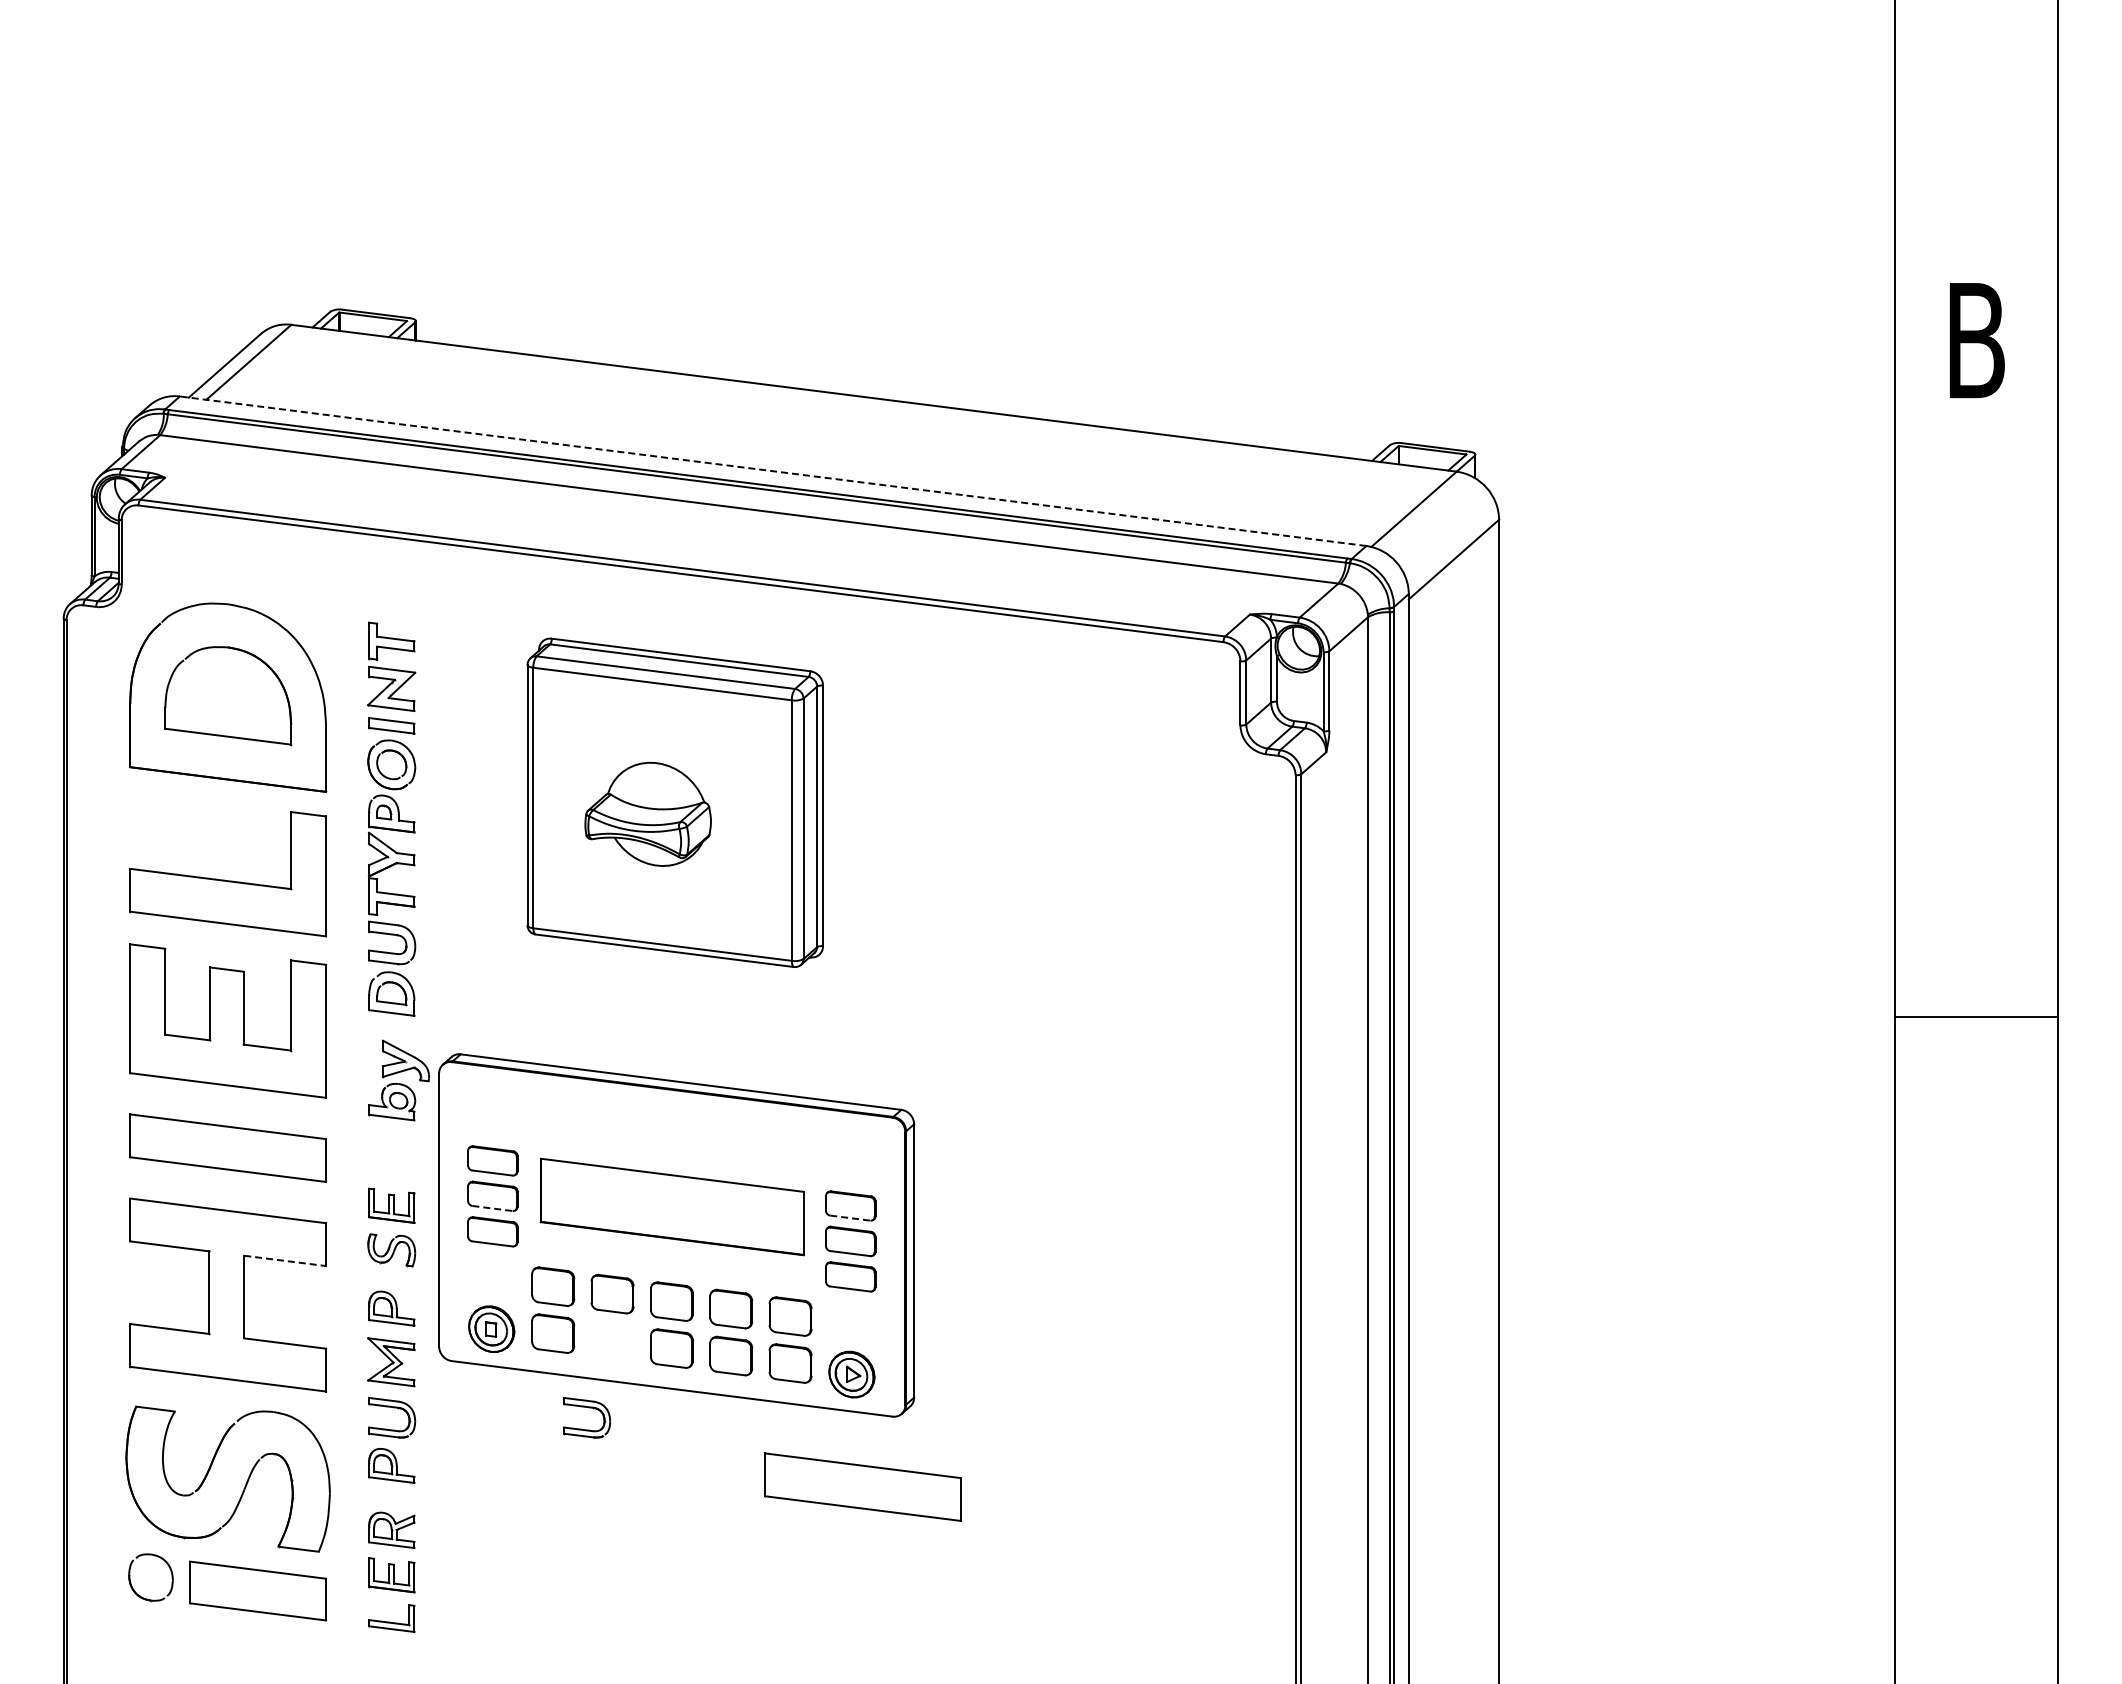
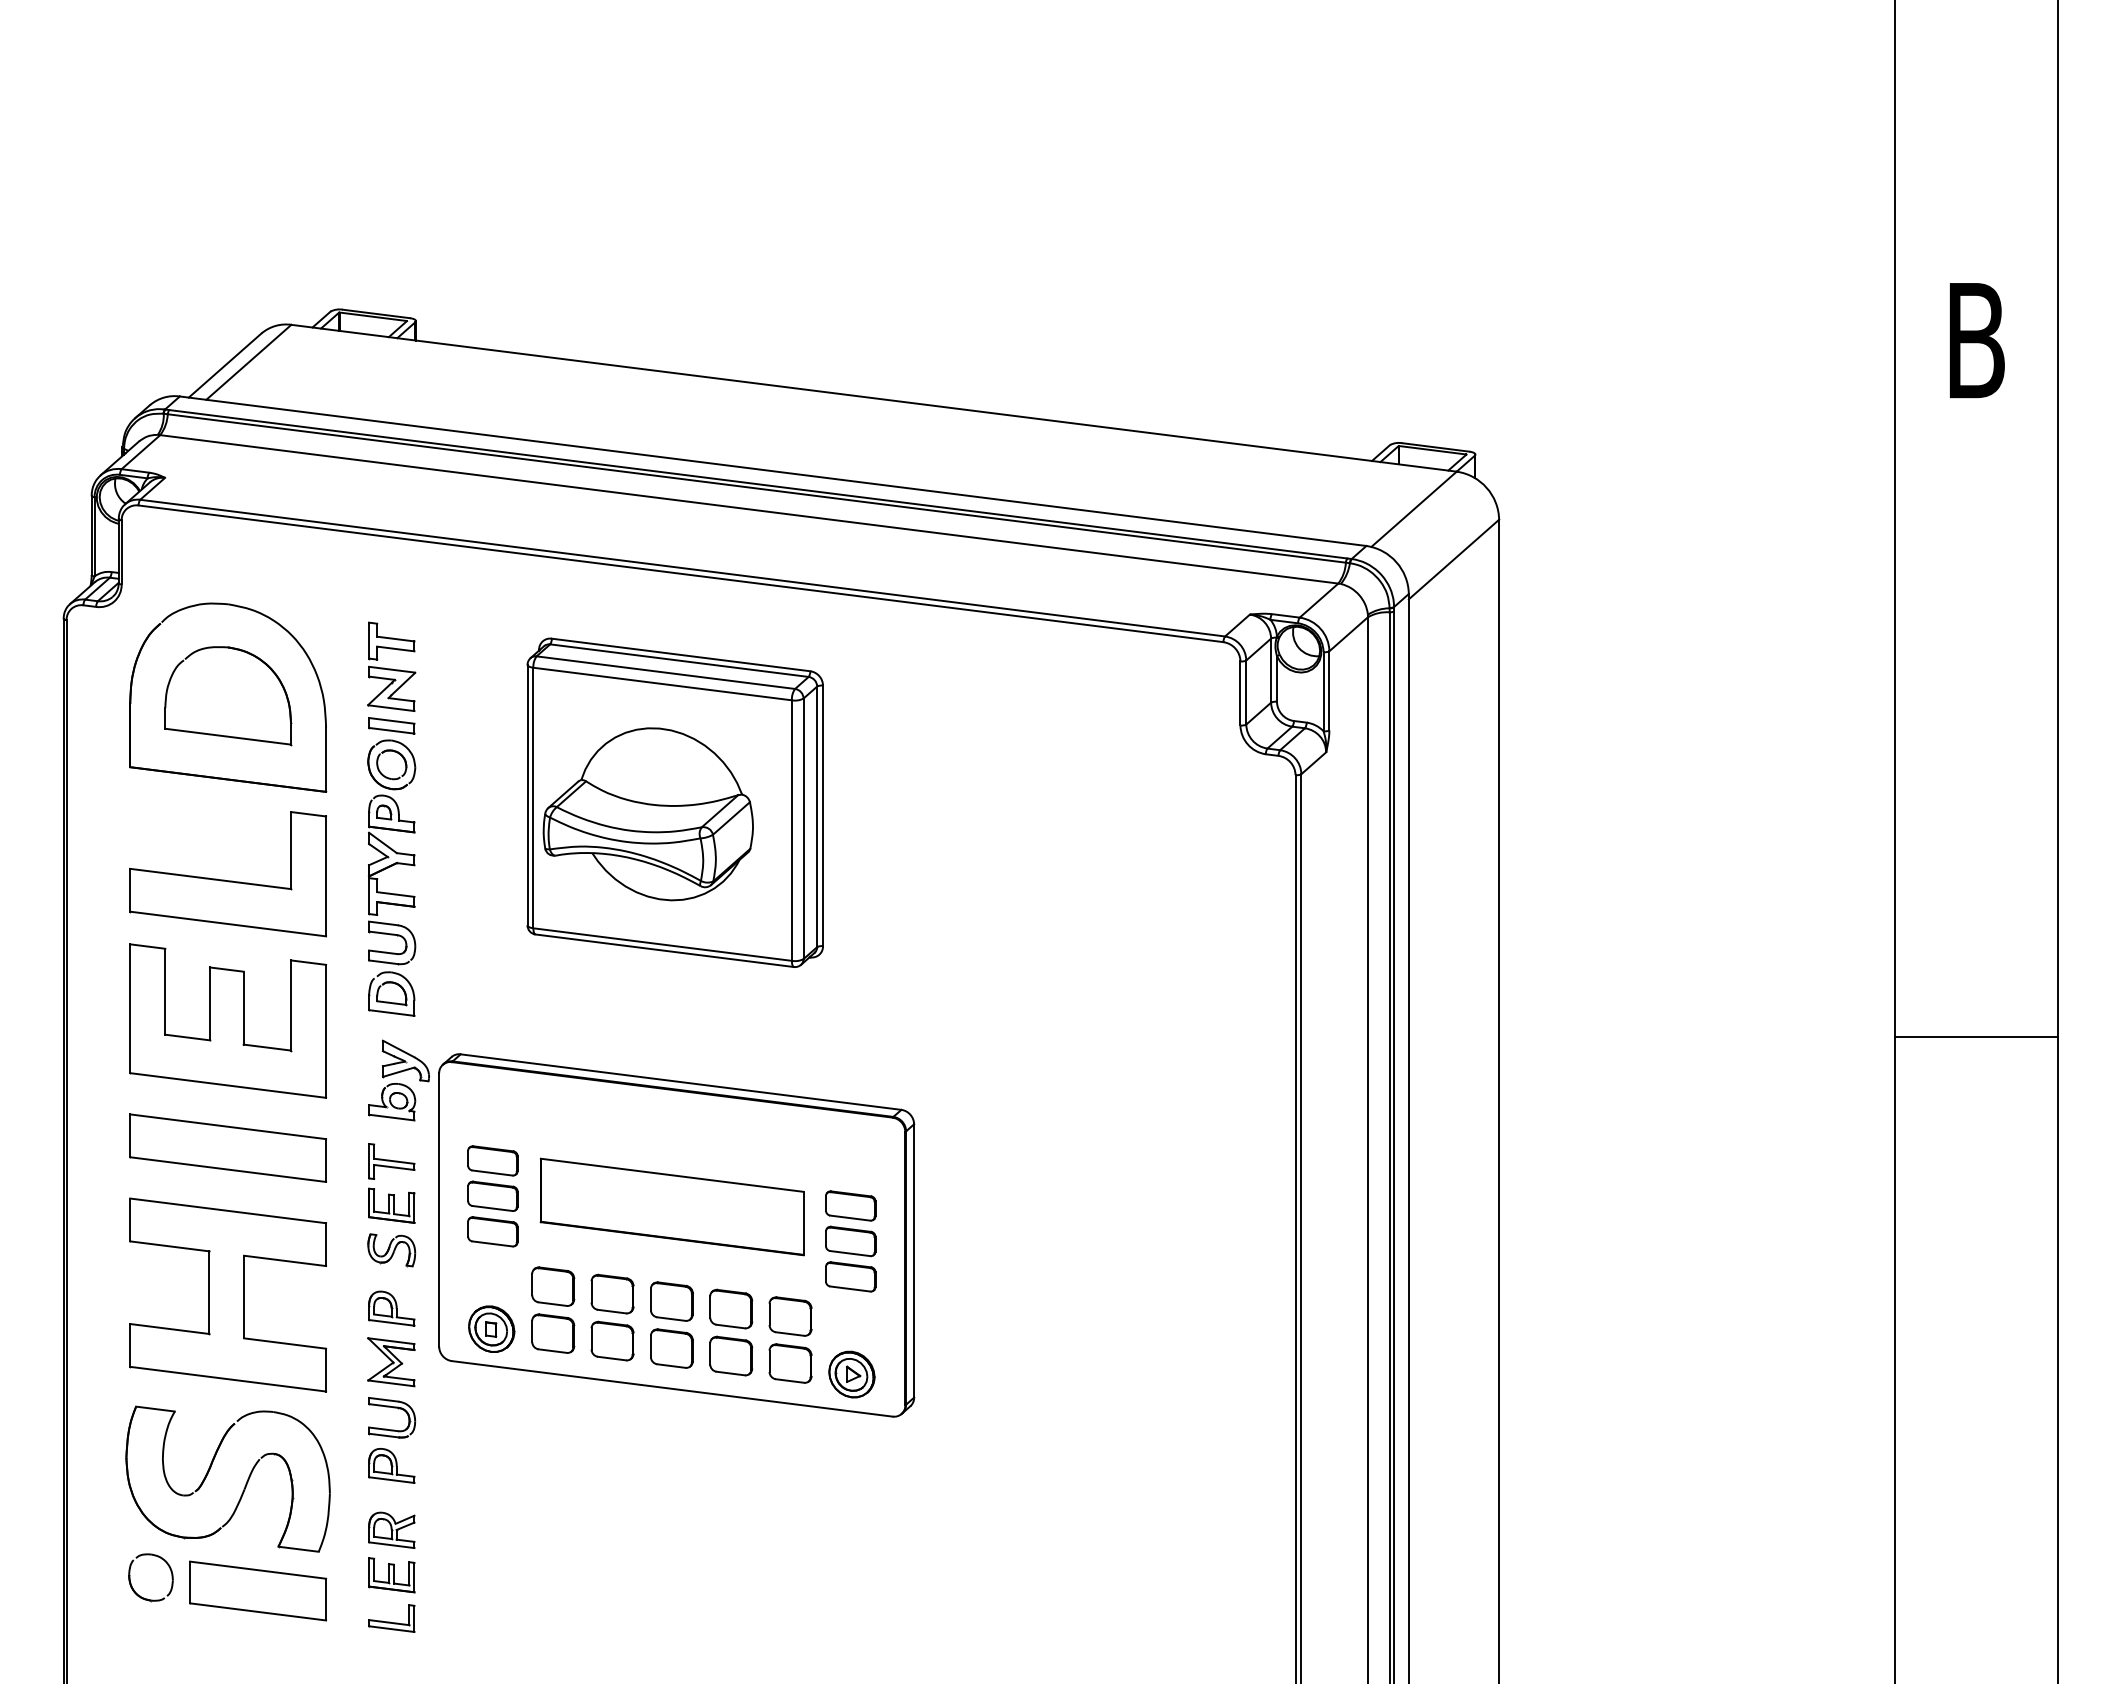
line at (773, 471): dashed -> solid
part at (647, 813) size: 128x106 px -> 212x175 px
line at (1976, 1016) position: (1976, 1016) -> (1976, 1036)
part at (391, 1161): none -> present
line at (493, 1208): dashed -> solid
line at (850, 1218): dashed -> solid
line at (285, 1260): dashed -> solid
part at (612, 1340): none -> present
part at (588, 1408): present -> none
part at (863, 1486): present -> none
